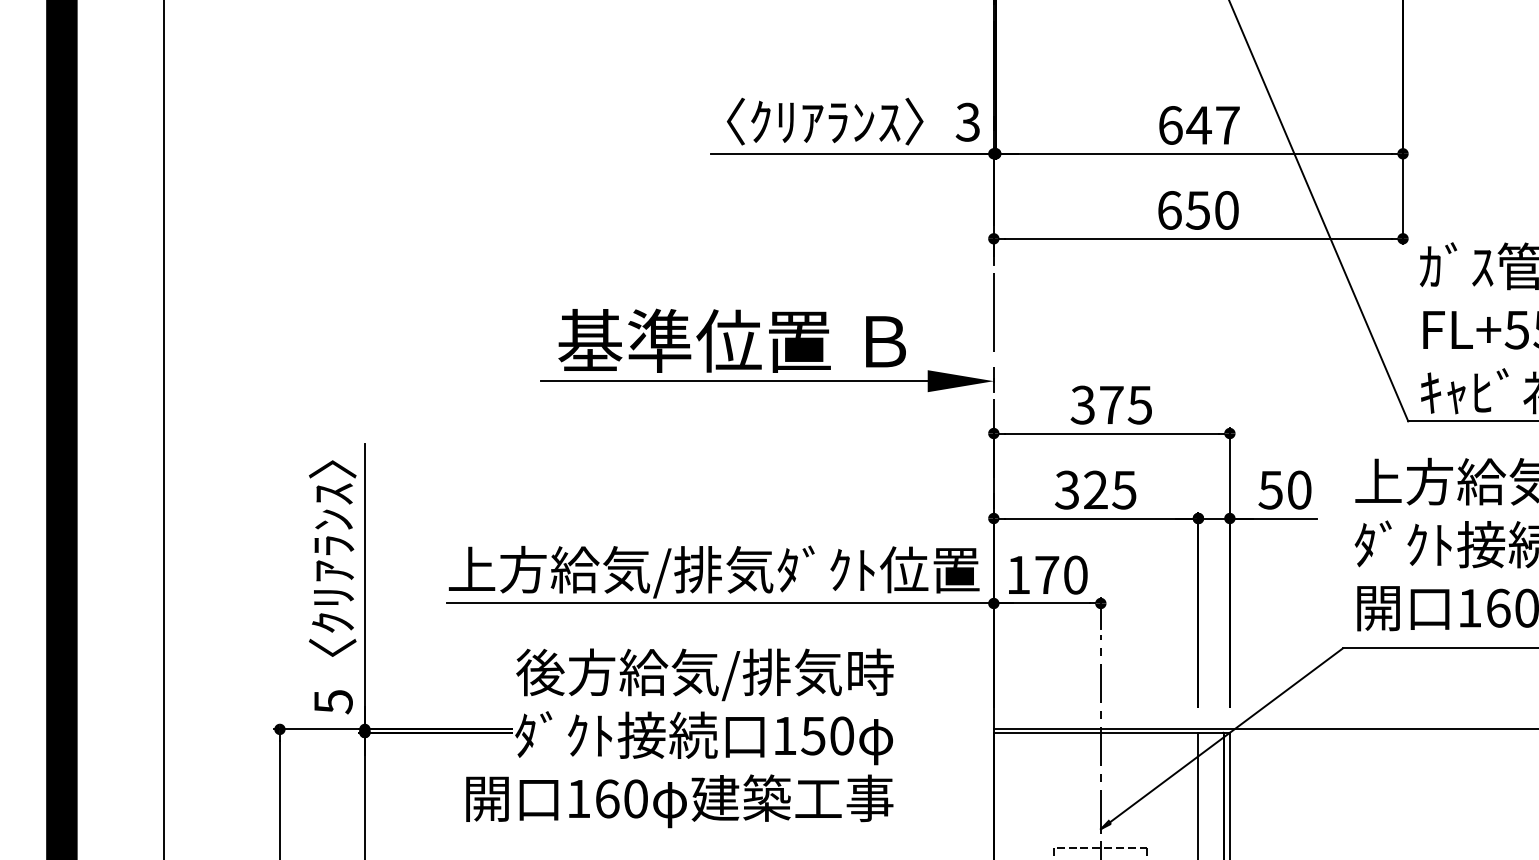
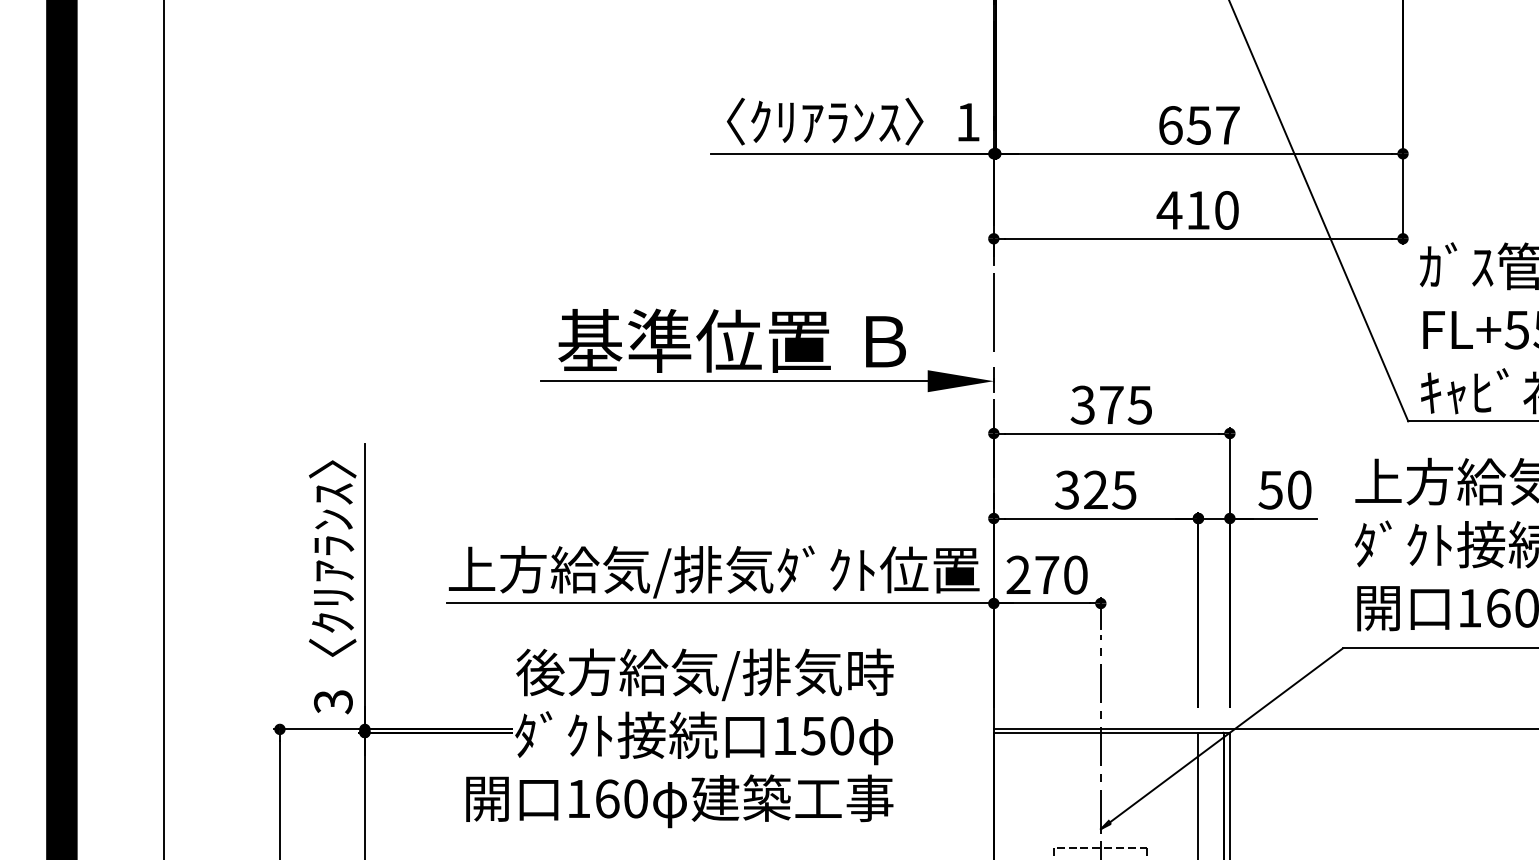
text at (967, 121): 3 -> 1
text at (1198, 125): 647 -> 657
text at (1182, 210): 650 -> 410
text at (1018, 574): 170 -> 270
text at (333, 702): 5 -> 3
